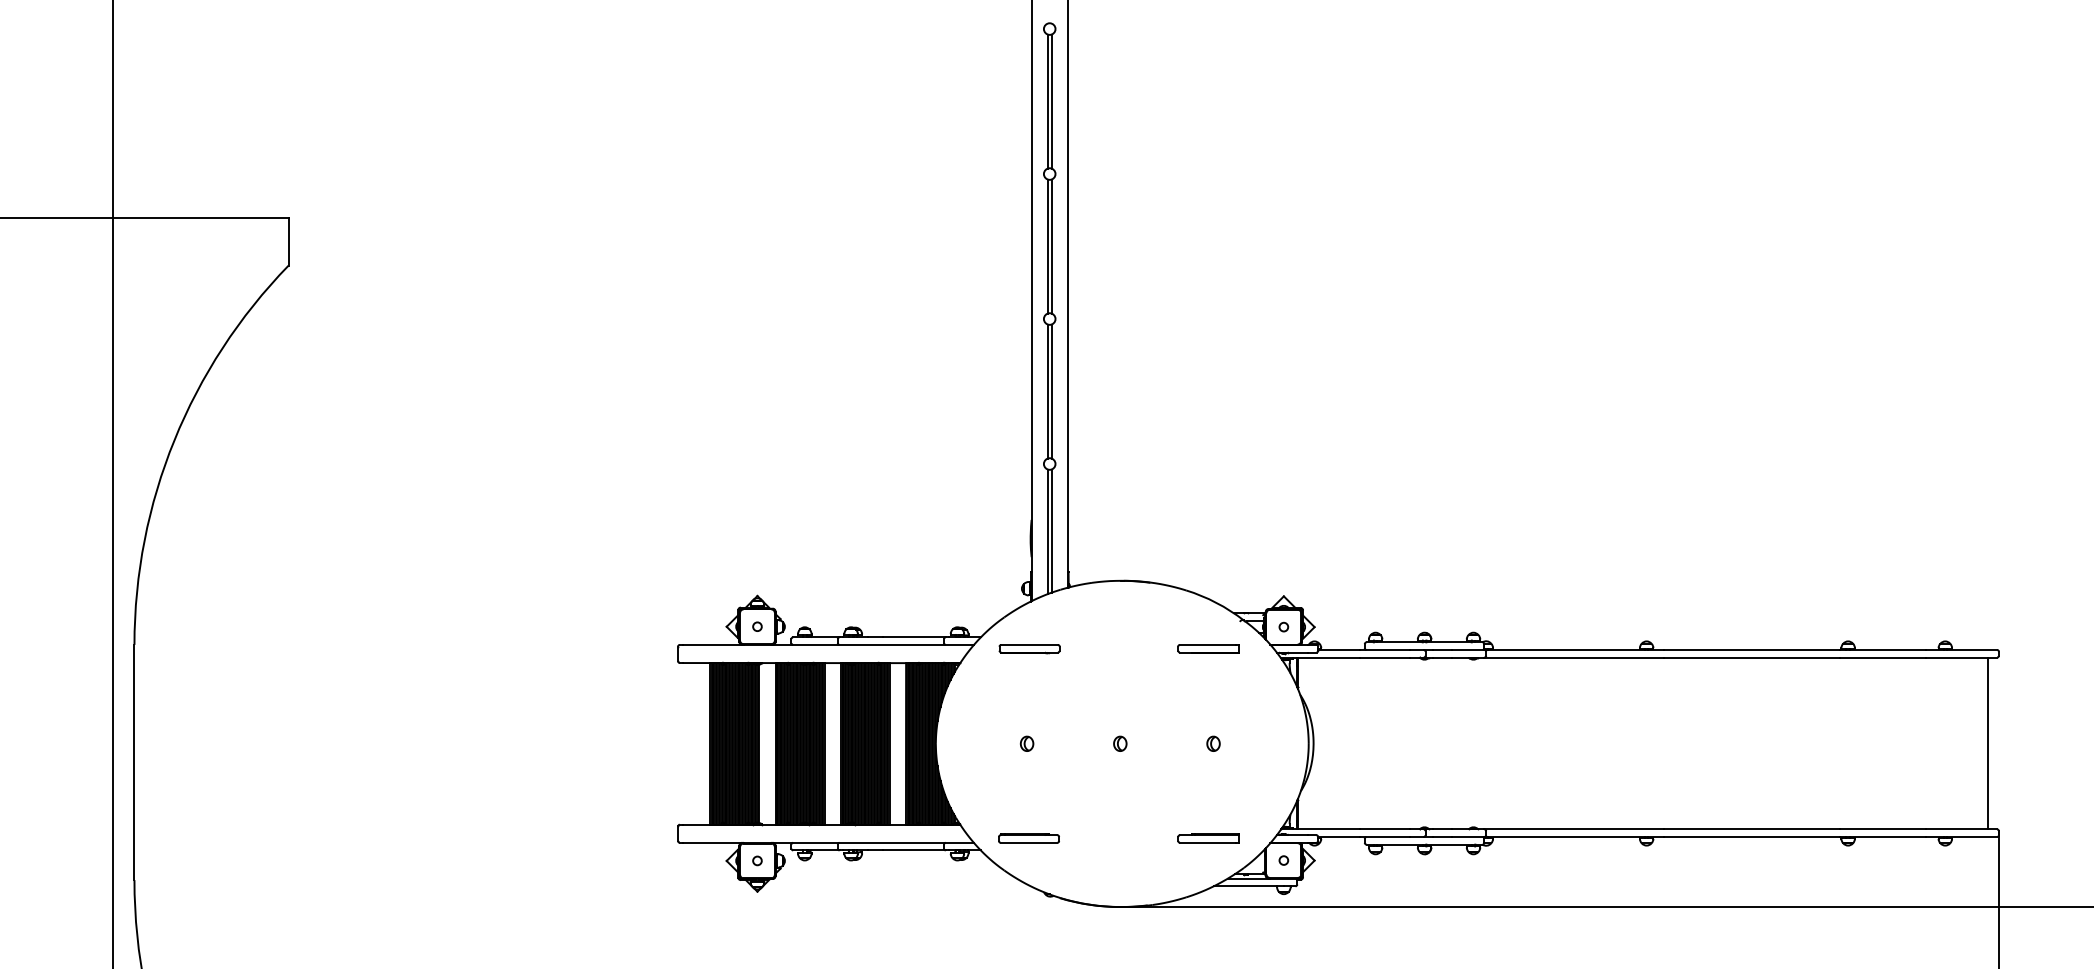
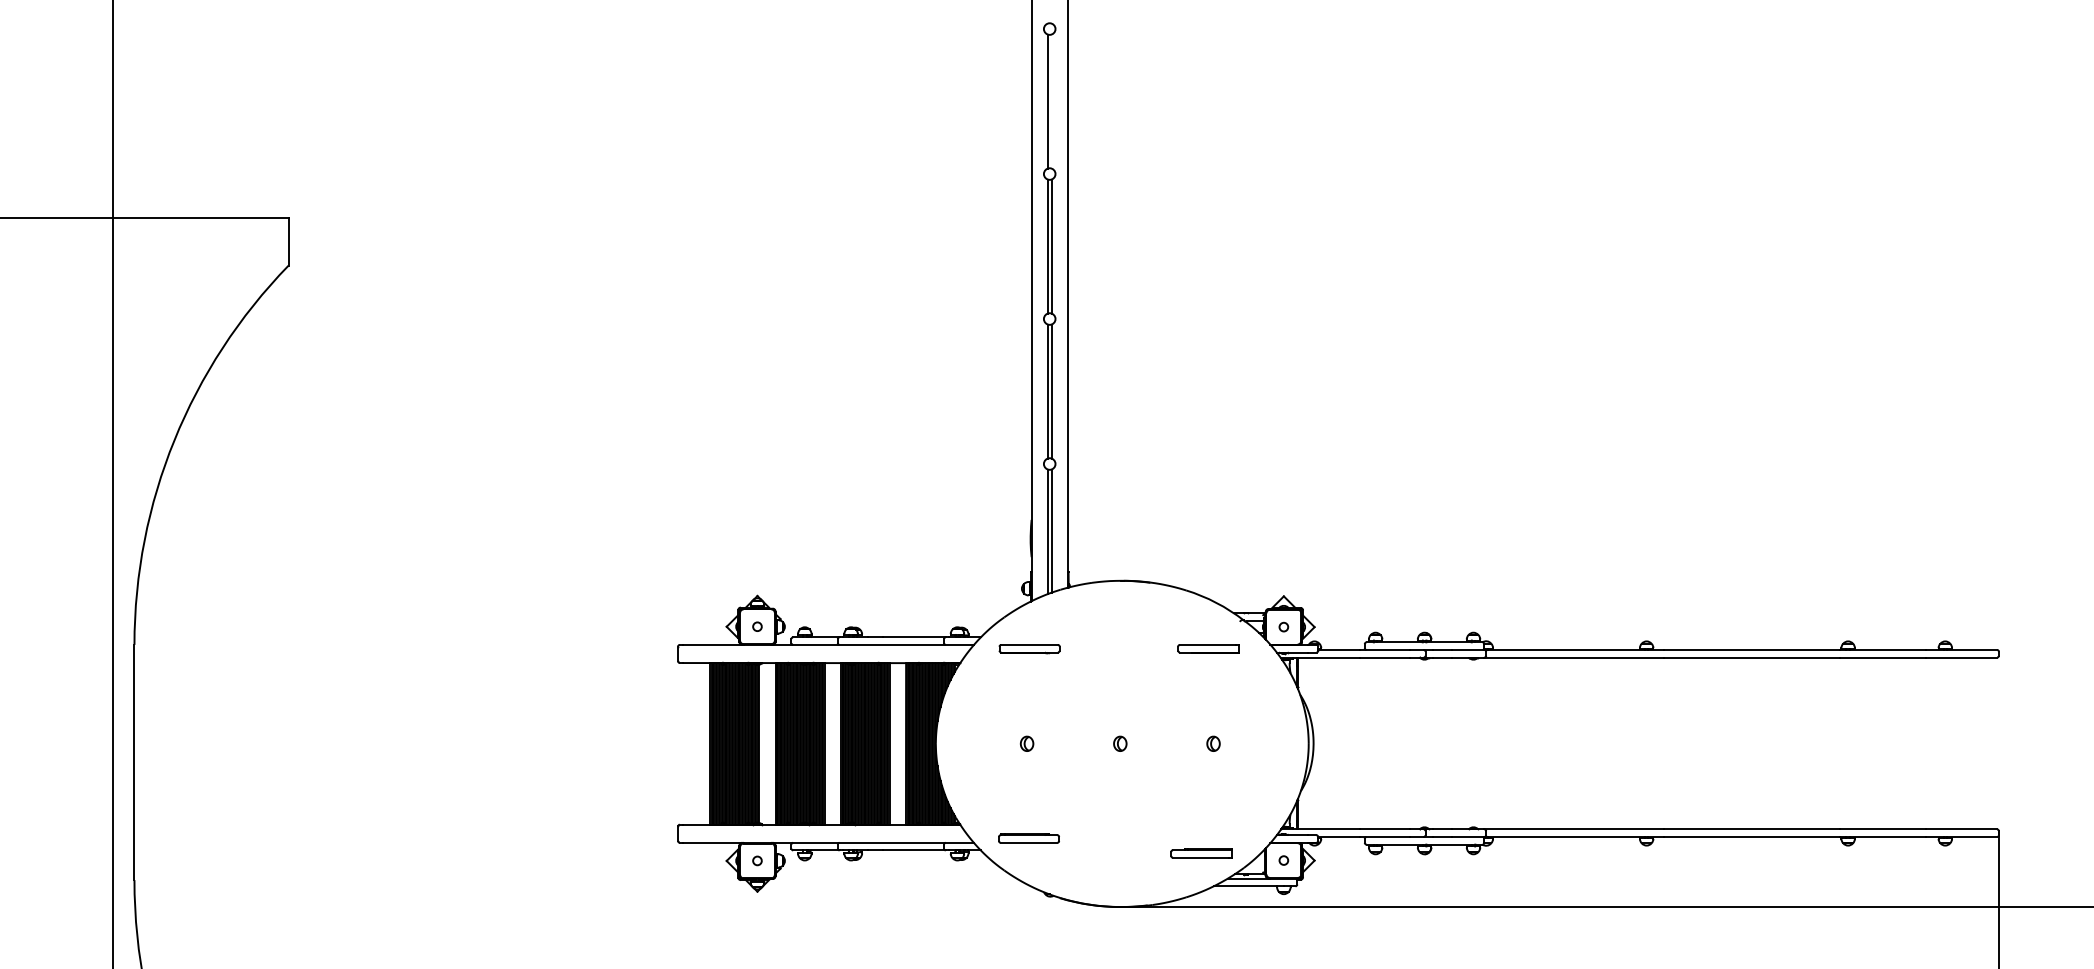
line at (1051, 101): present -> none
line at (1987, 743): present -> none
part at (1208, 838) position: (1208, 838) -> (1201, 853)
